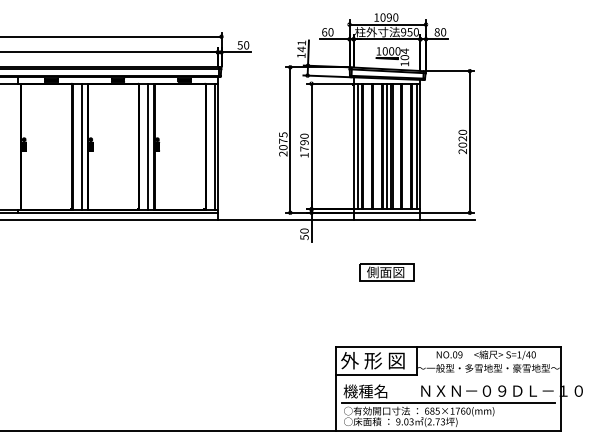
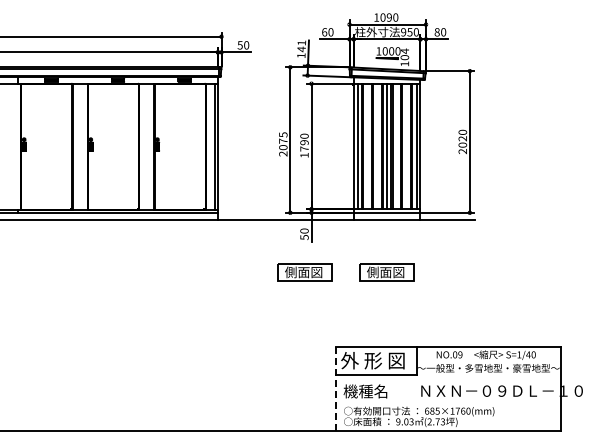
line at (81, 146): present -> none
line at (148, 146): present -> none
part at (304, 272): none -> present
line at (336, 389): solid -> dashed
line at (448, 402): present -> none
